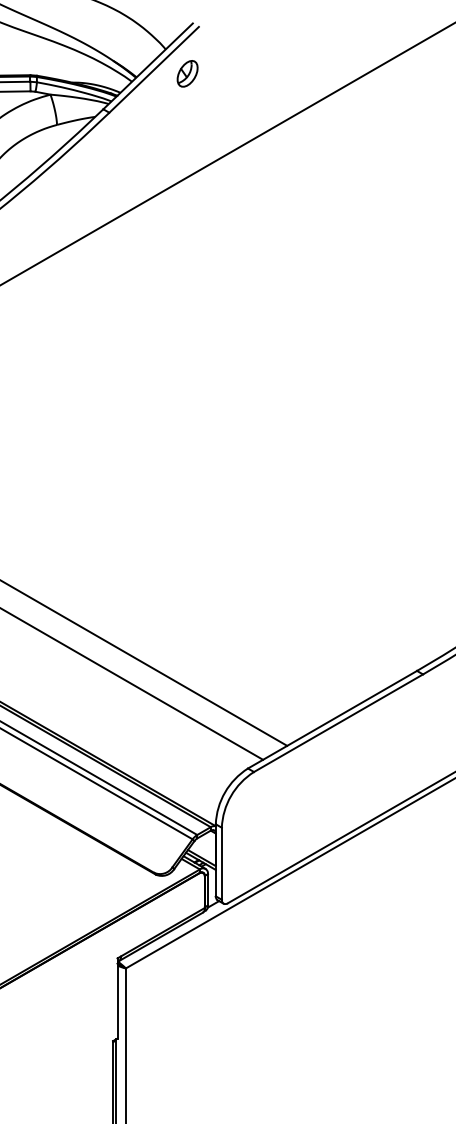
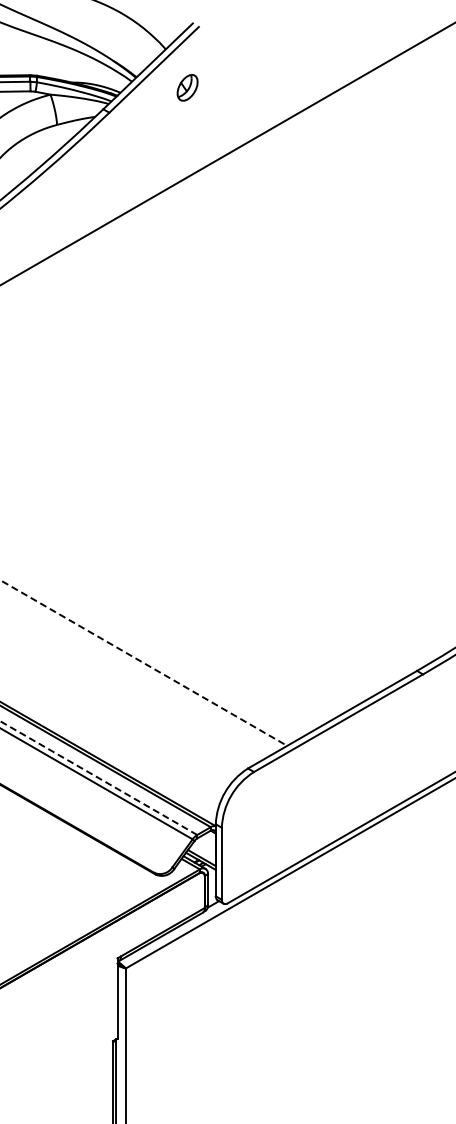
part at (187, 73) position: (187, 73) -> (187, 87)
line at (143, 662): solid -> dashed
line at (132, 684): present -> none
line at (98, 778): solid -> dashed
